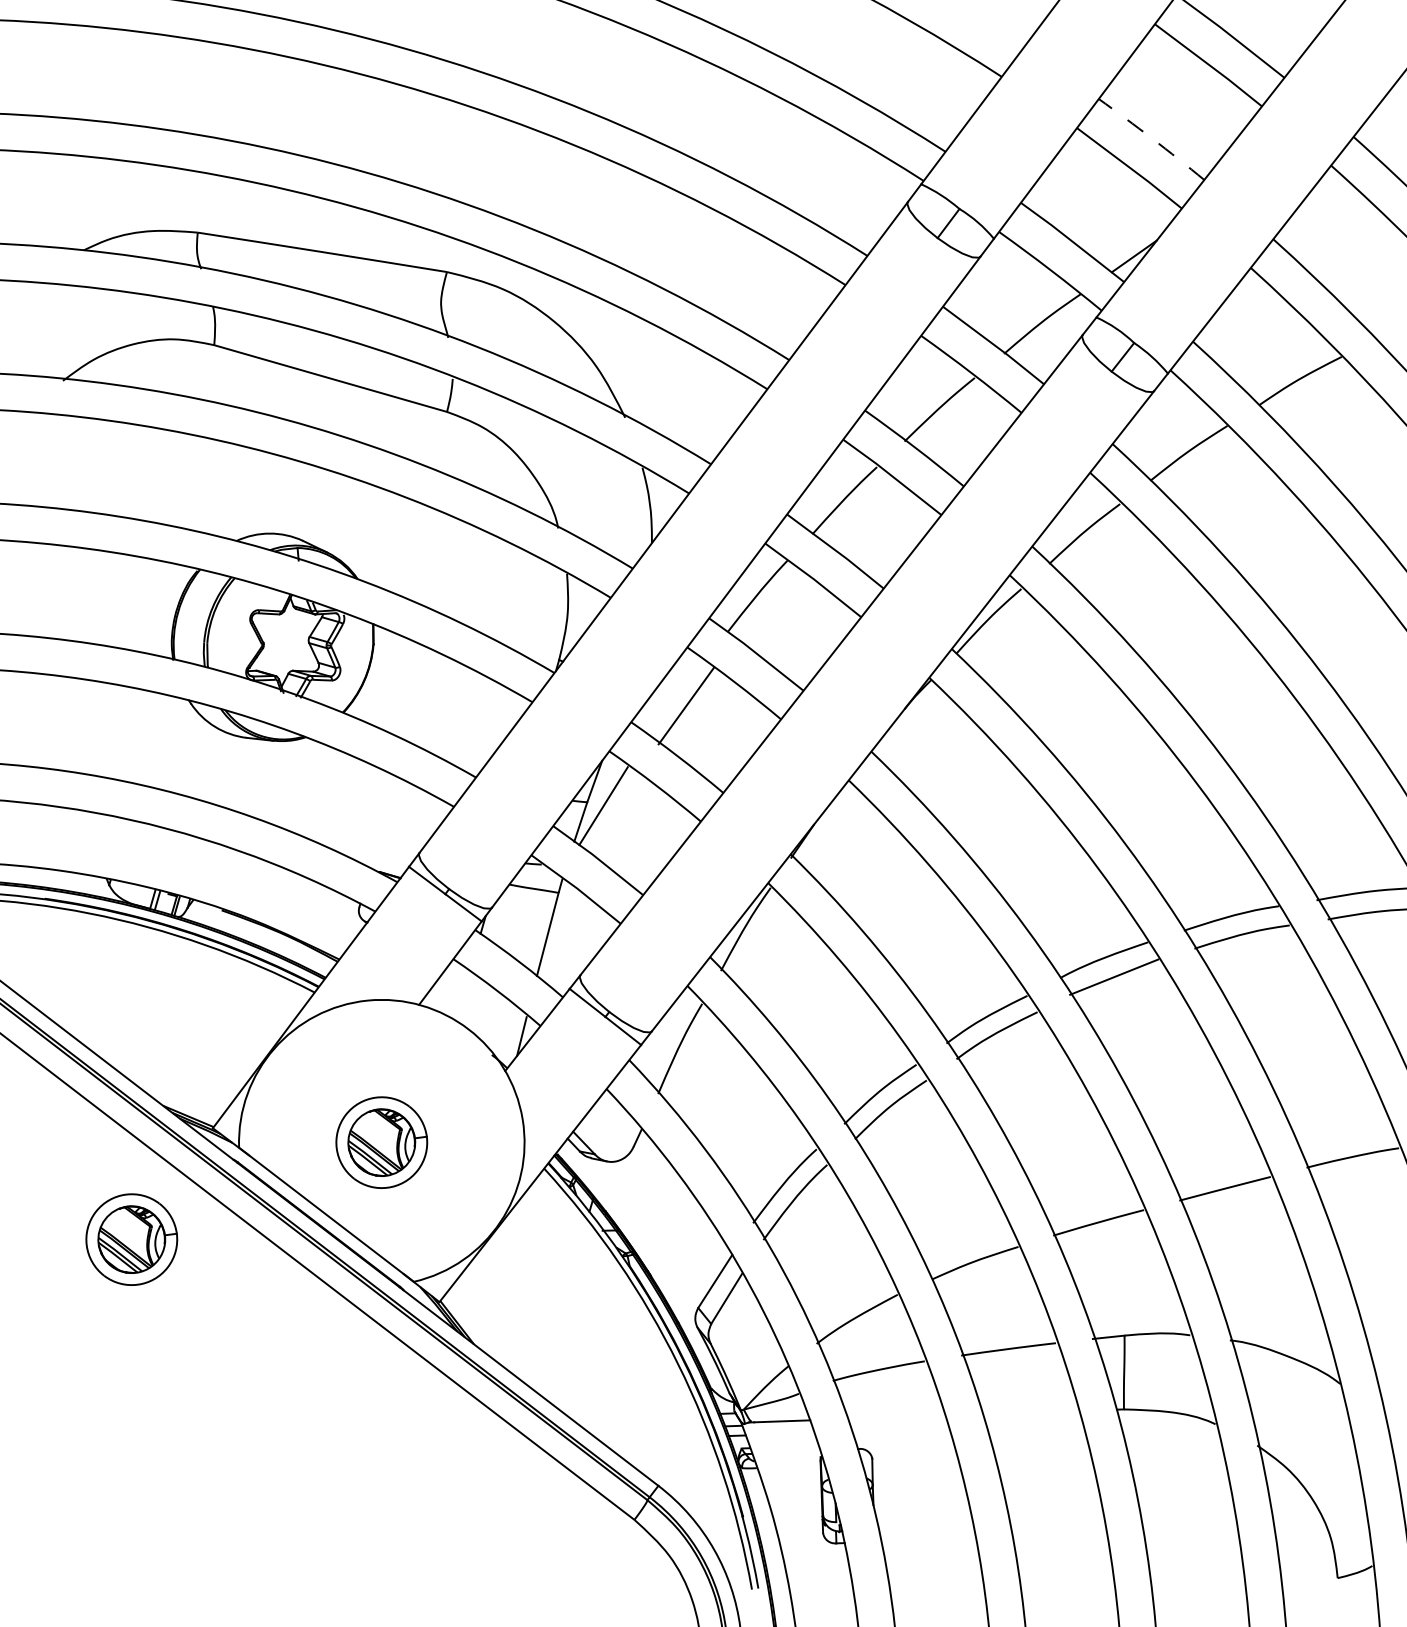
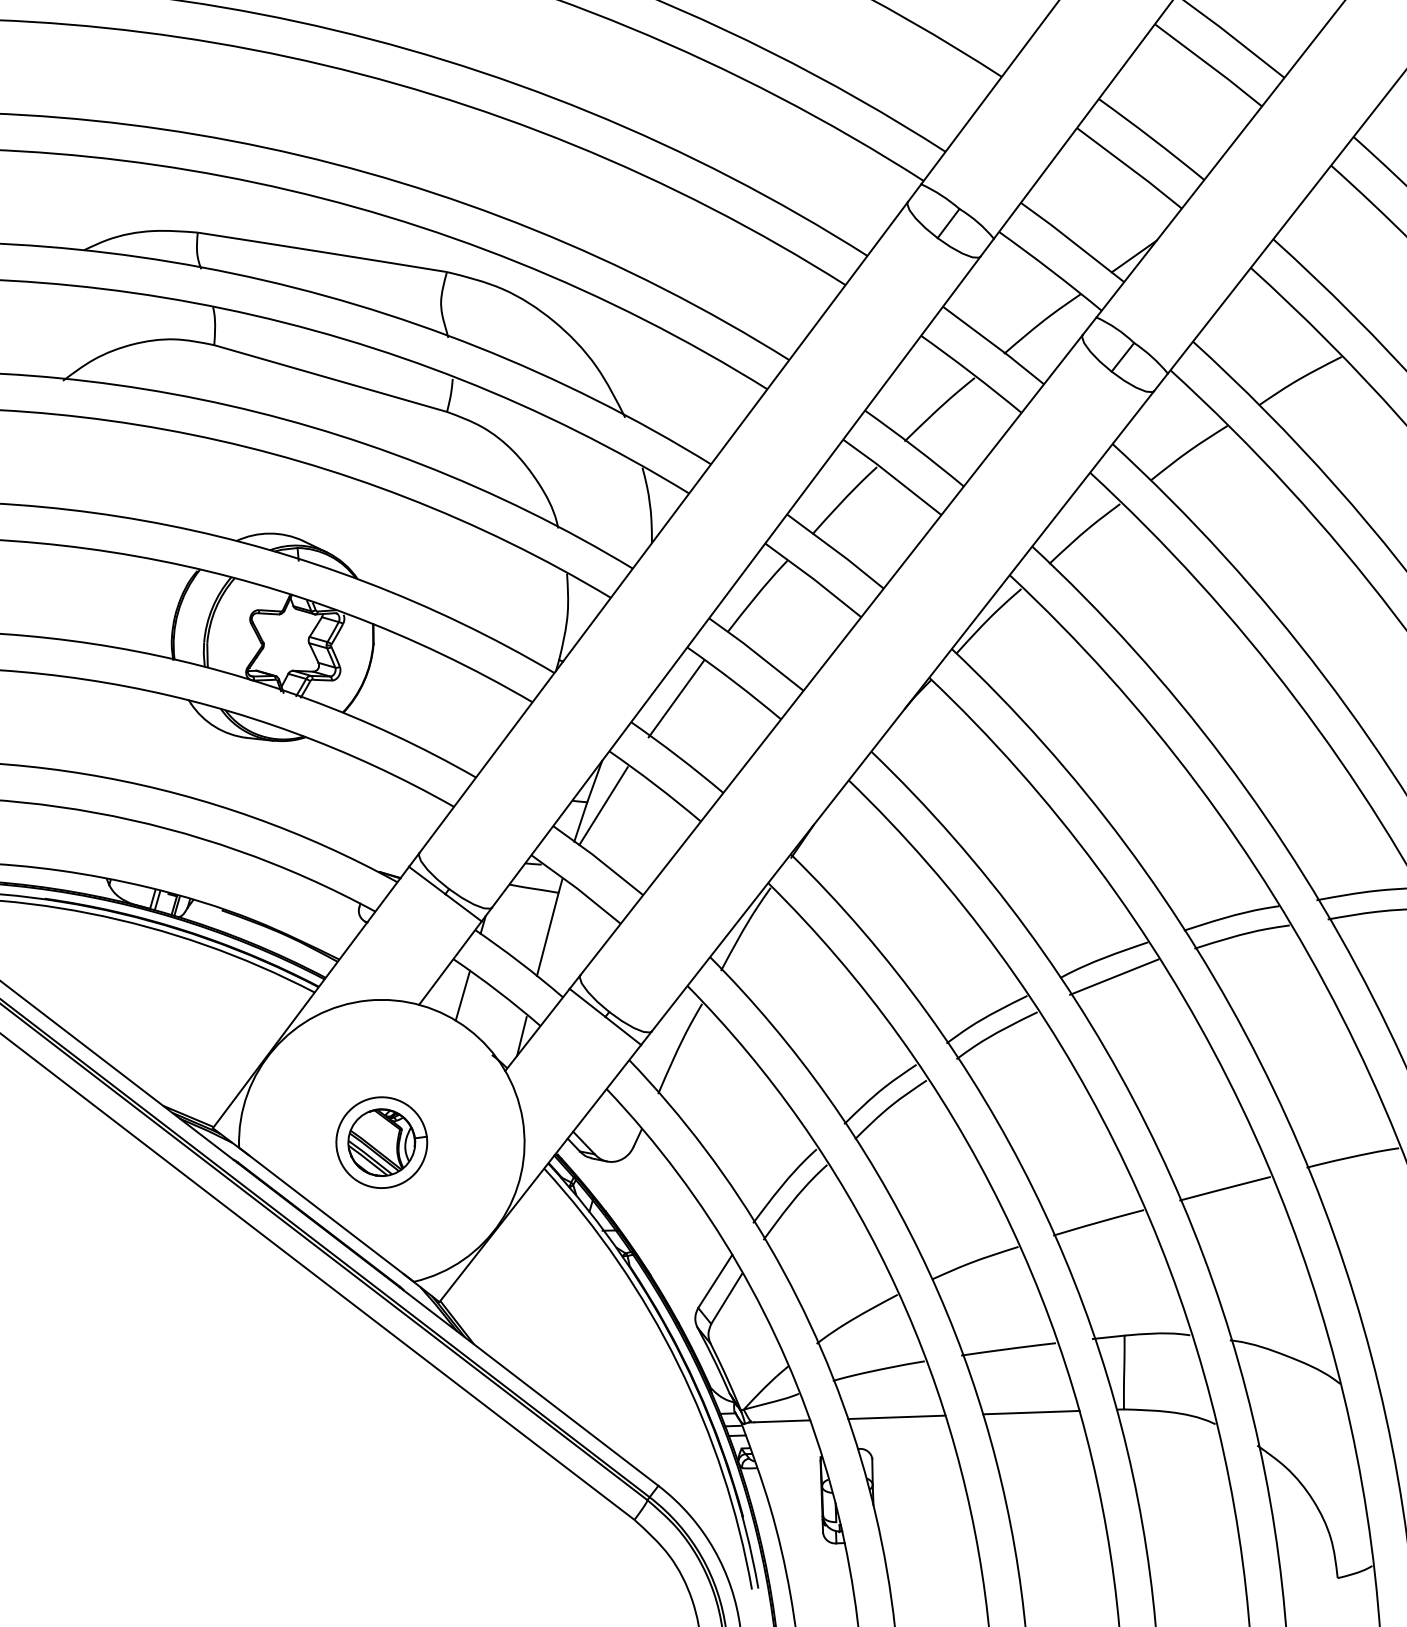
arc at (1152, 138): dashed -> solid
line at (685, 705) position: (685, 705) -> (675, 698)
line at (462, 995): none -> present
part at (131, 1239): present -> none
line at (1031, 1412): none -> present
line at (896, 1417): none -> present
